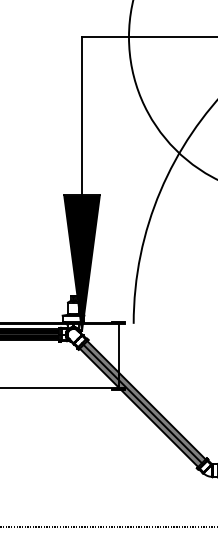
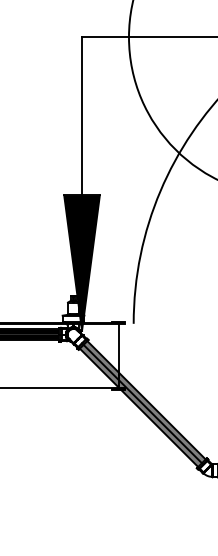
line at (108, 526): present -> none
